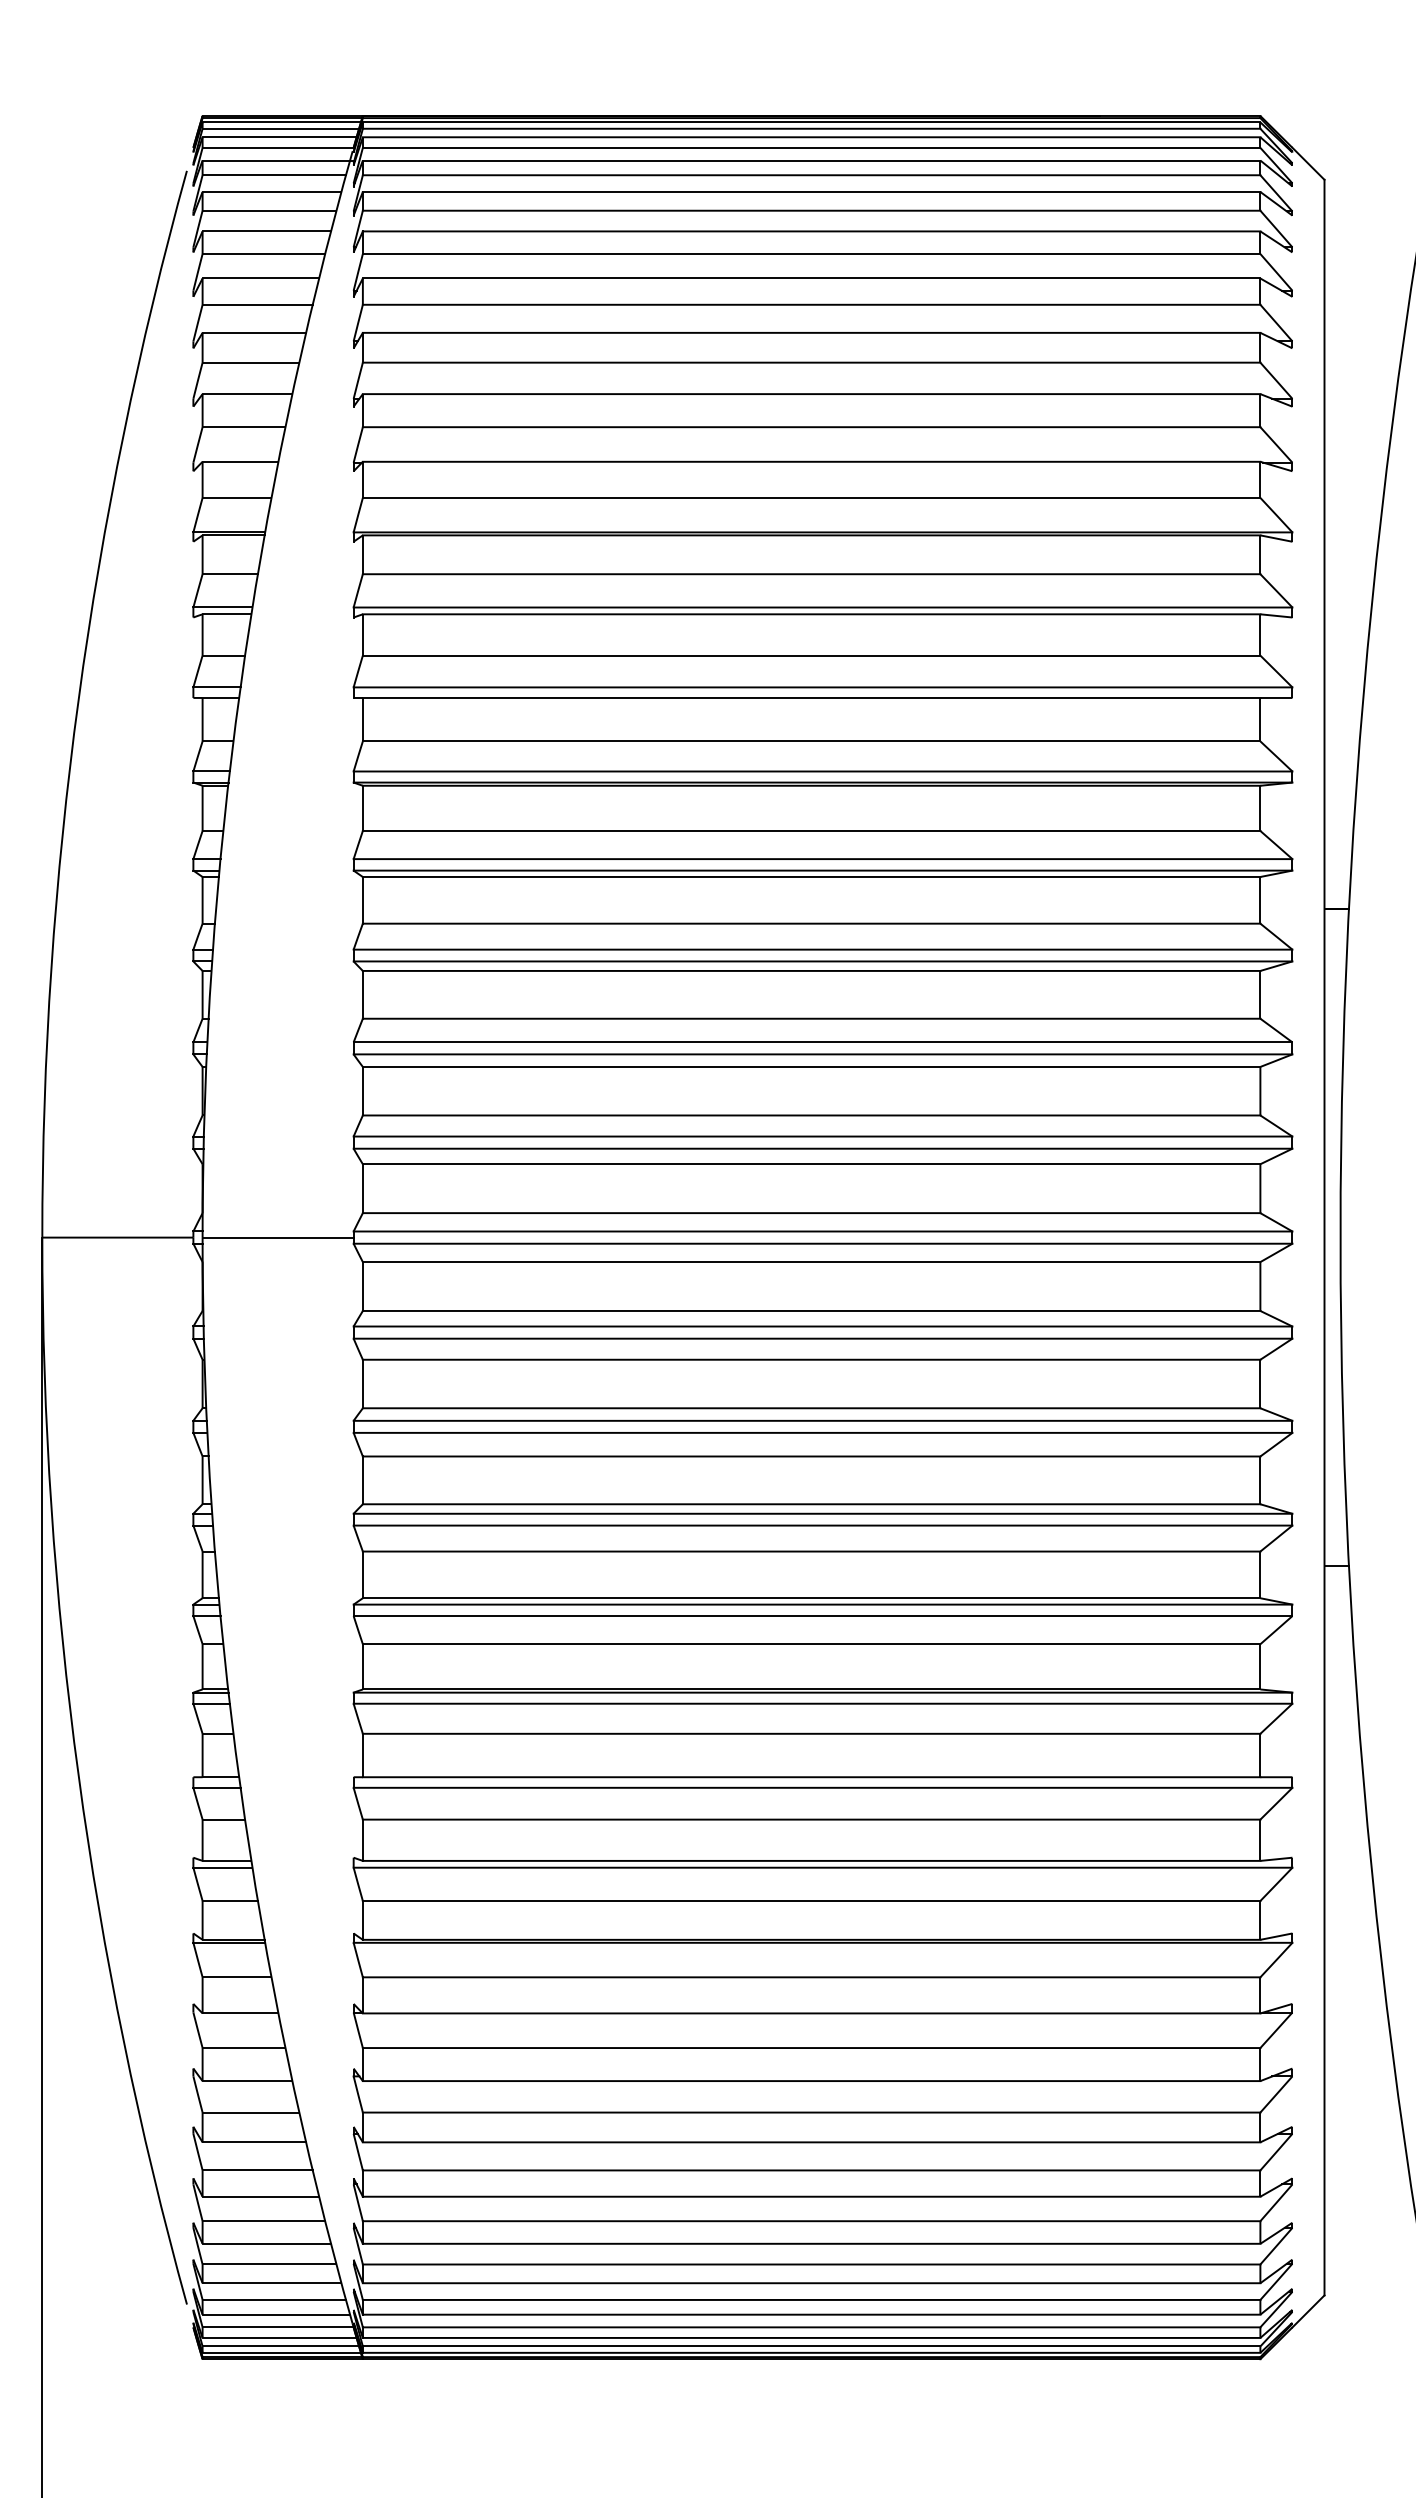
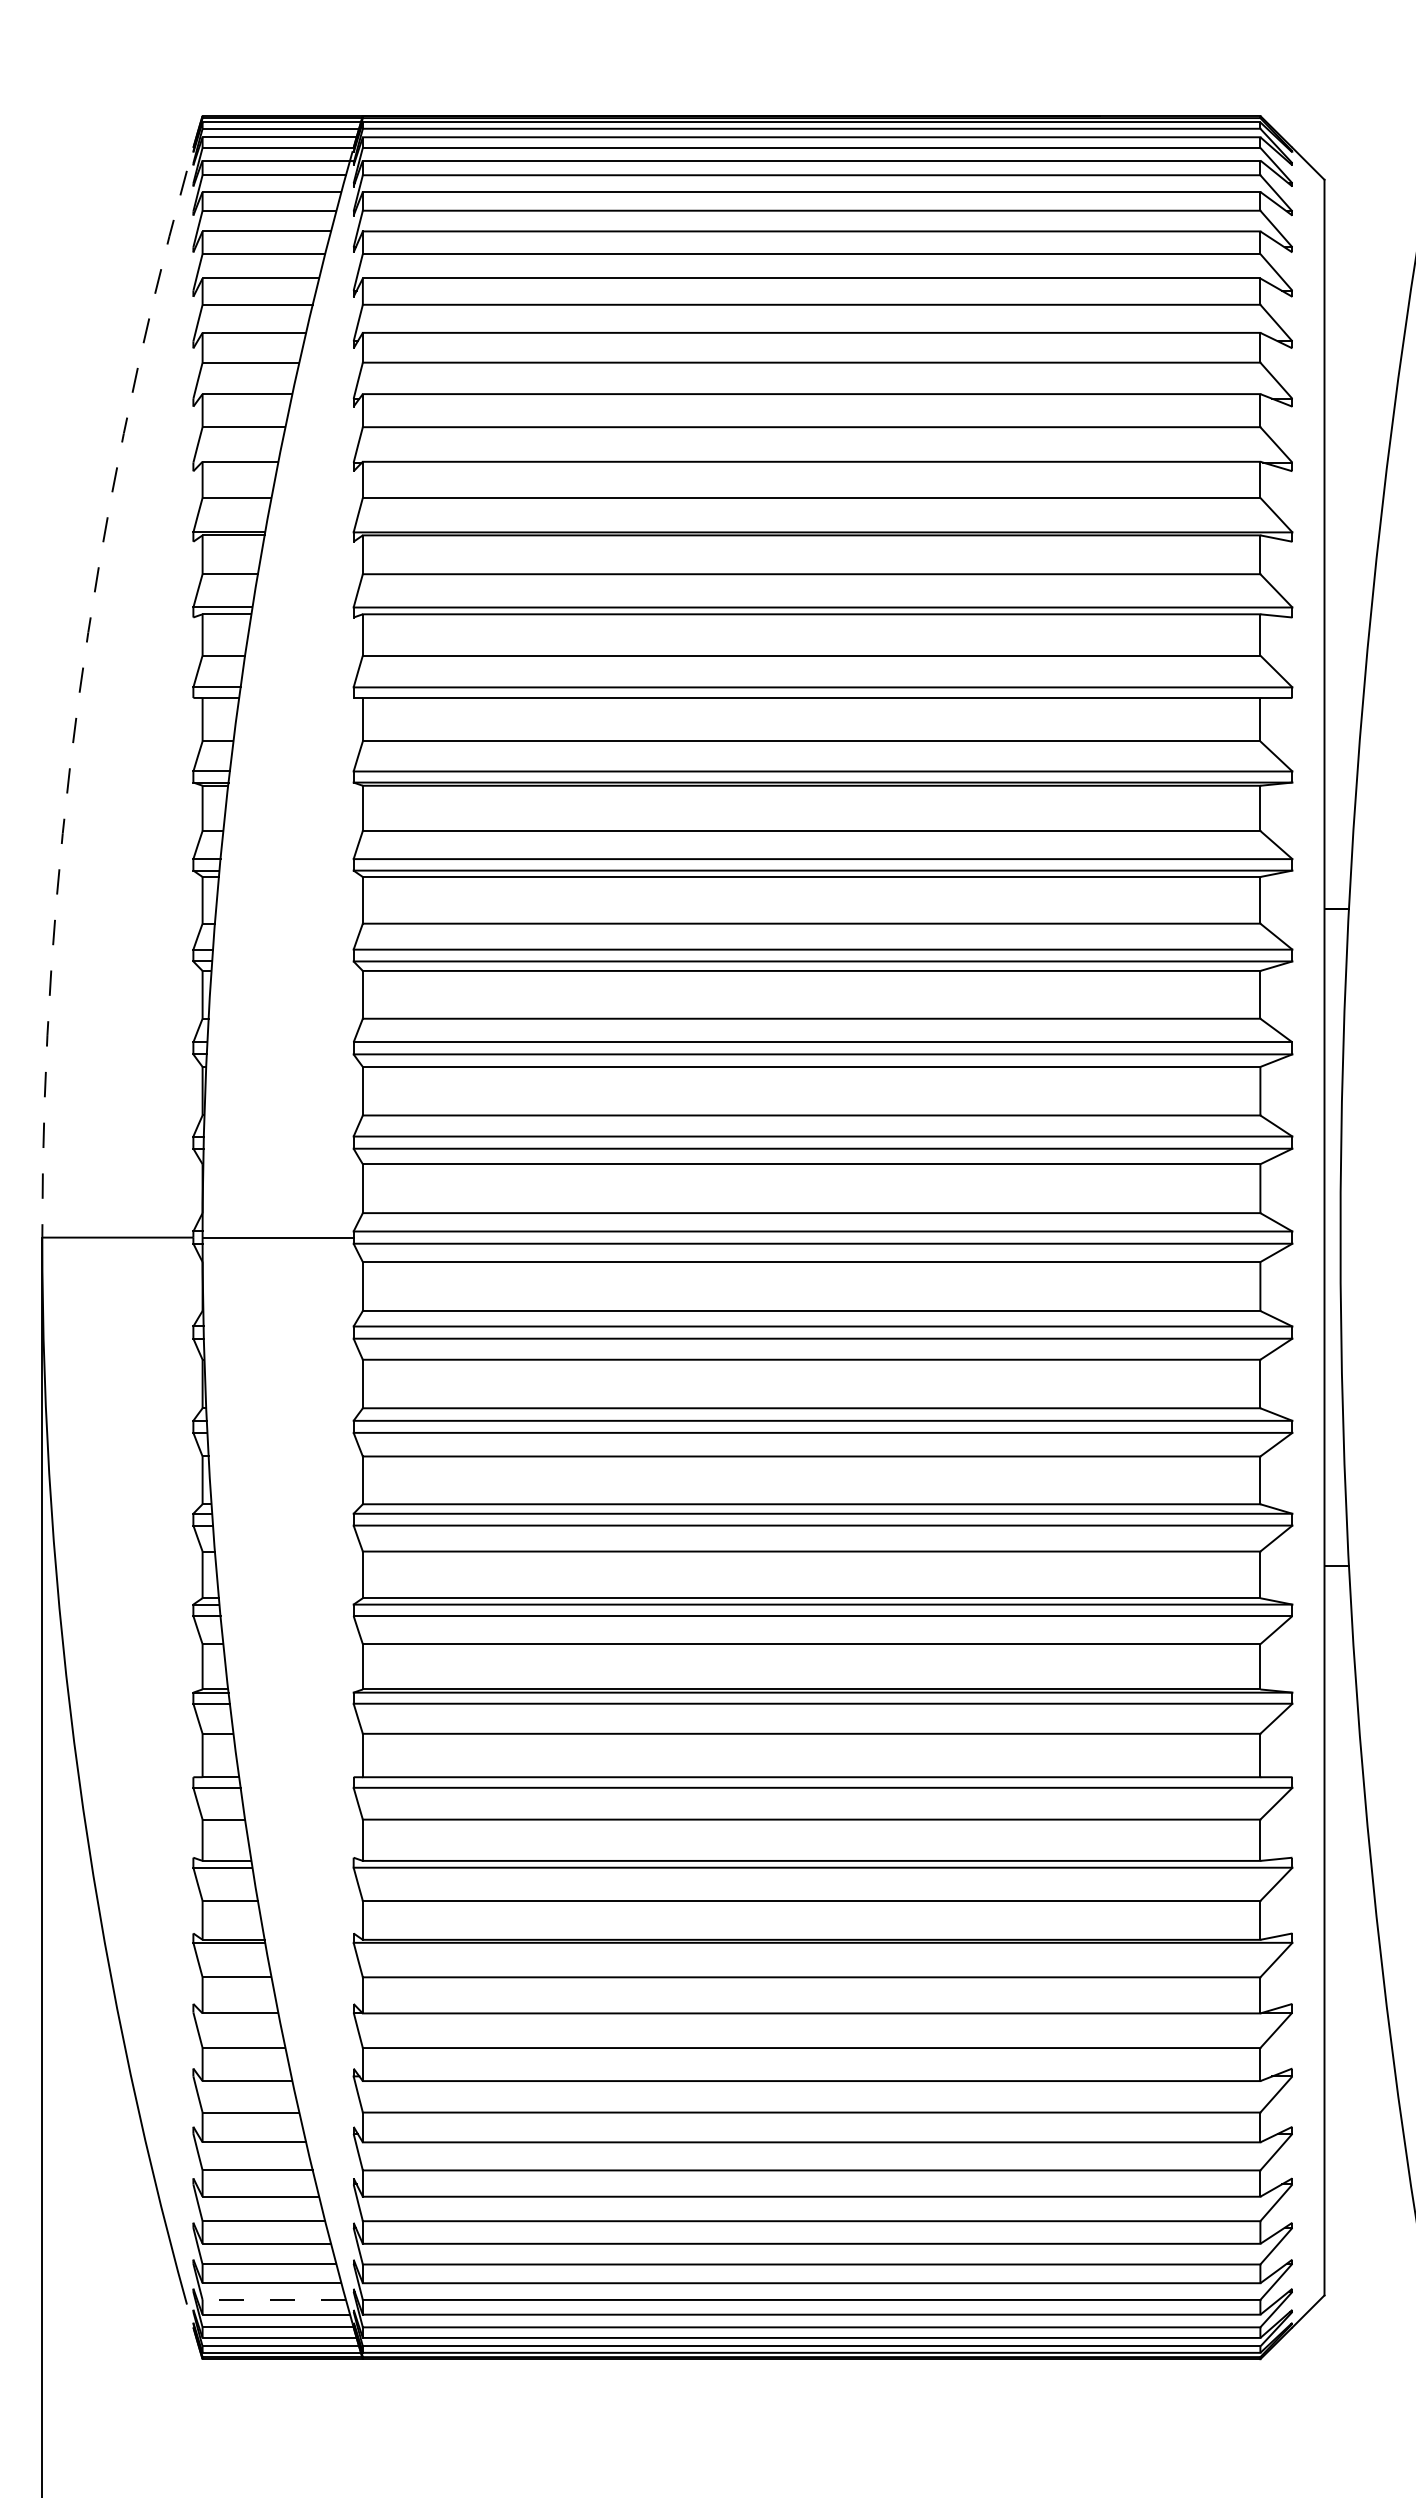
arc at (78, 699): solid -> dashed
line at (274, 2299): solid -> dashed
